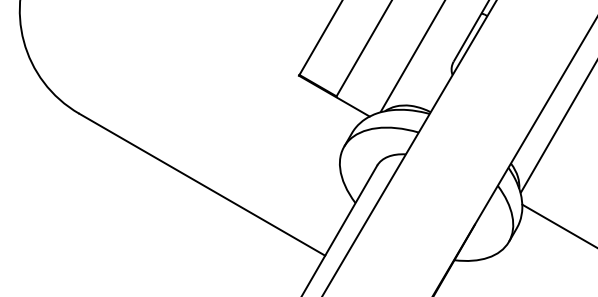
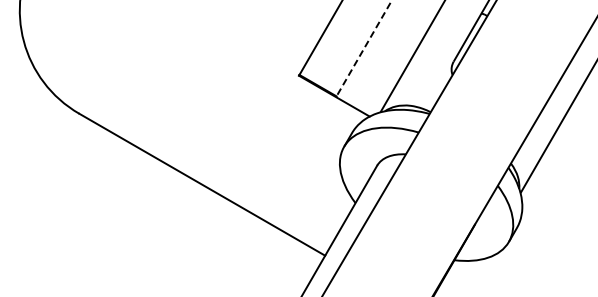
line at (364, 48): solid -> dashed
line at (558, 225): present -> none
